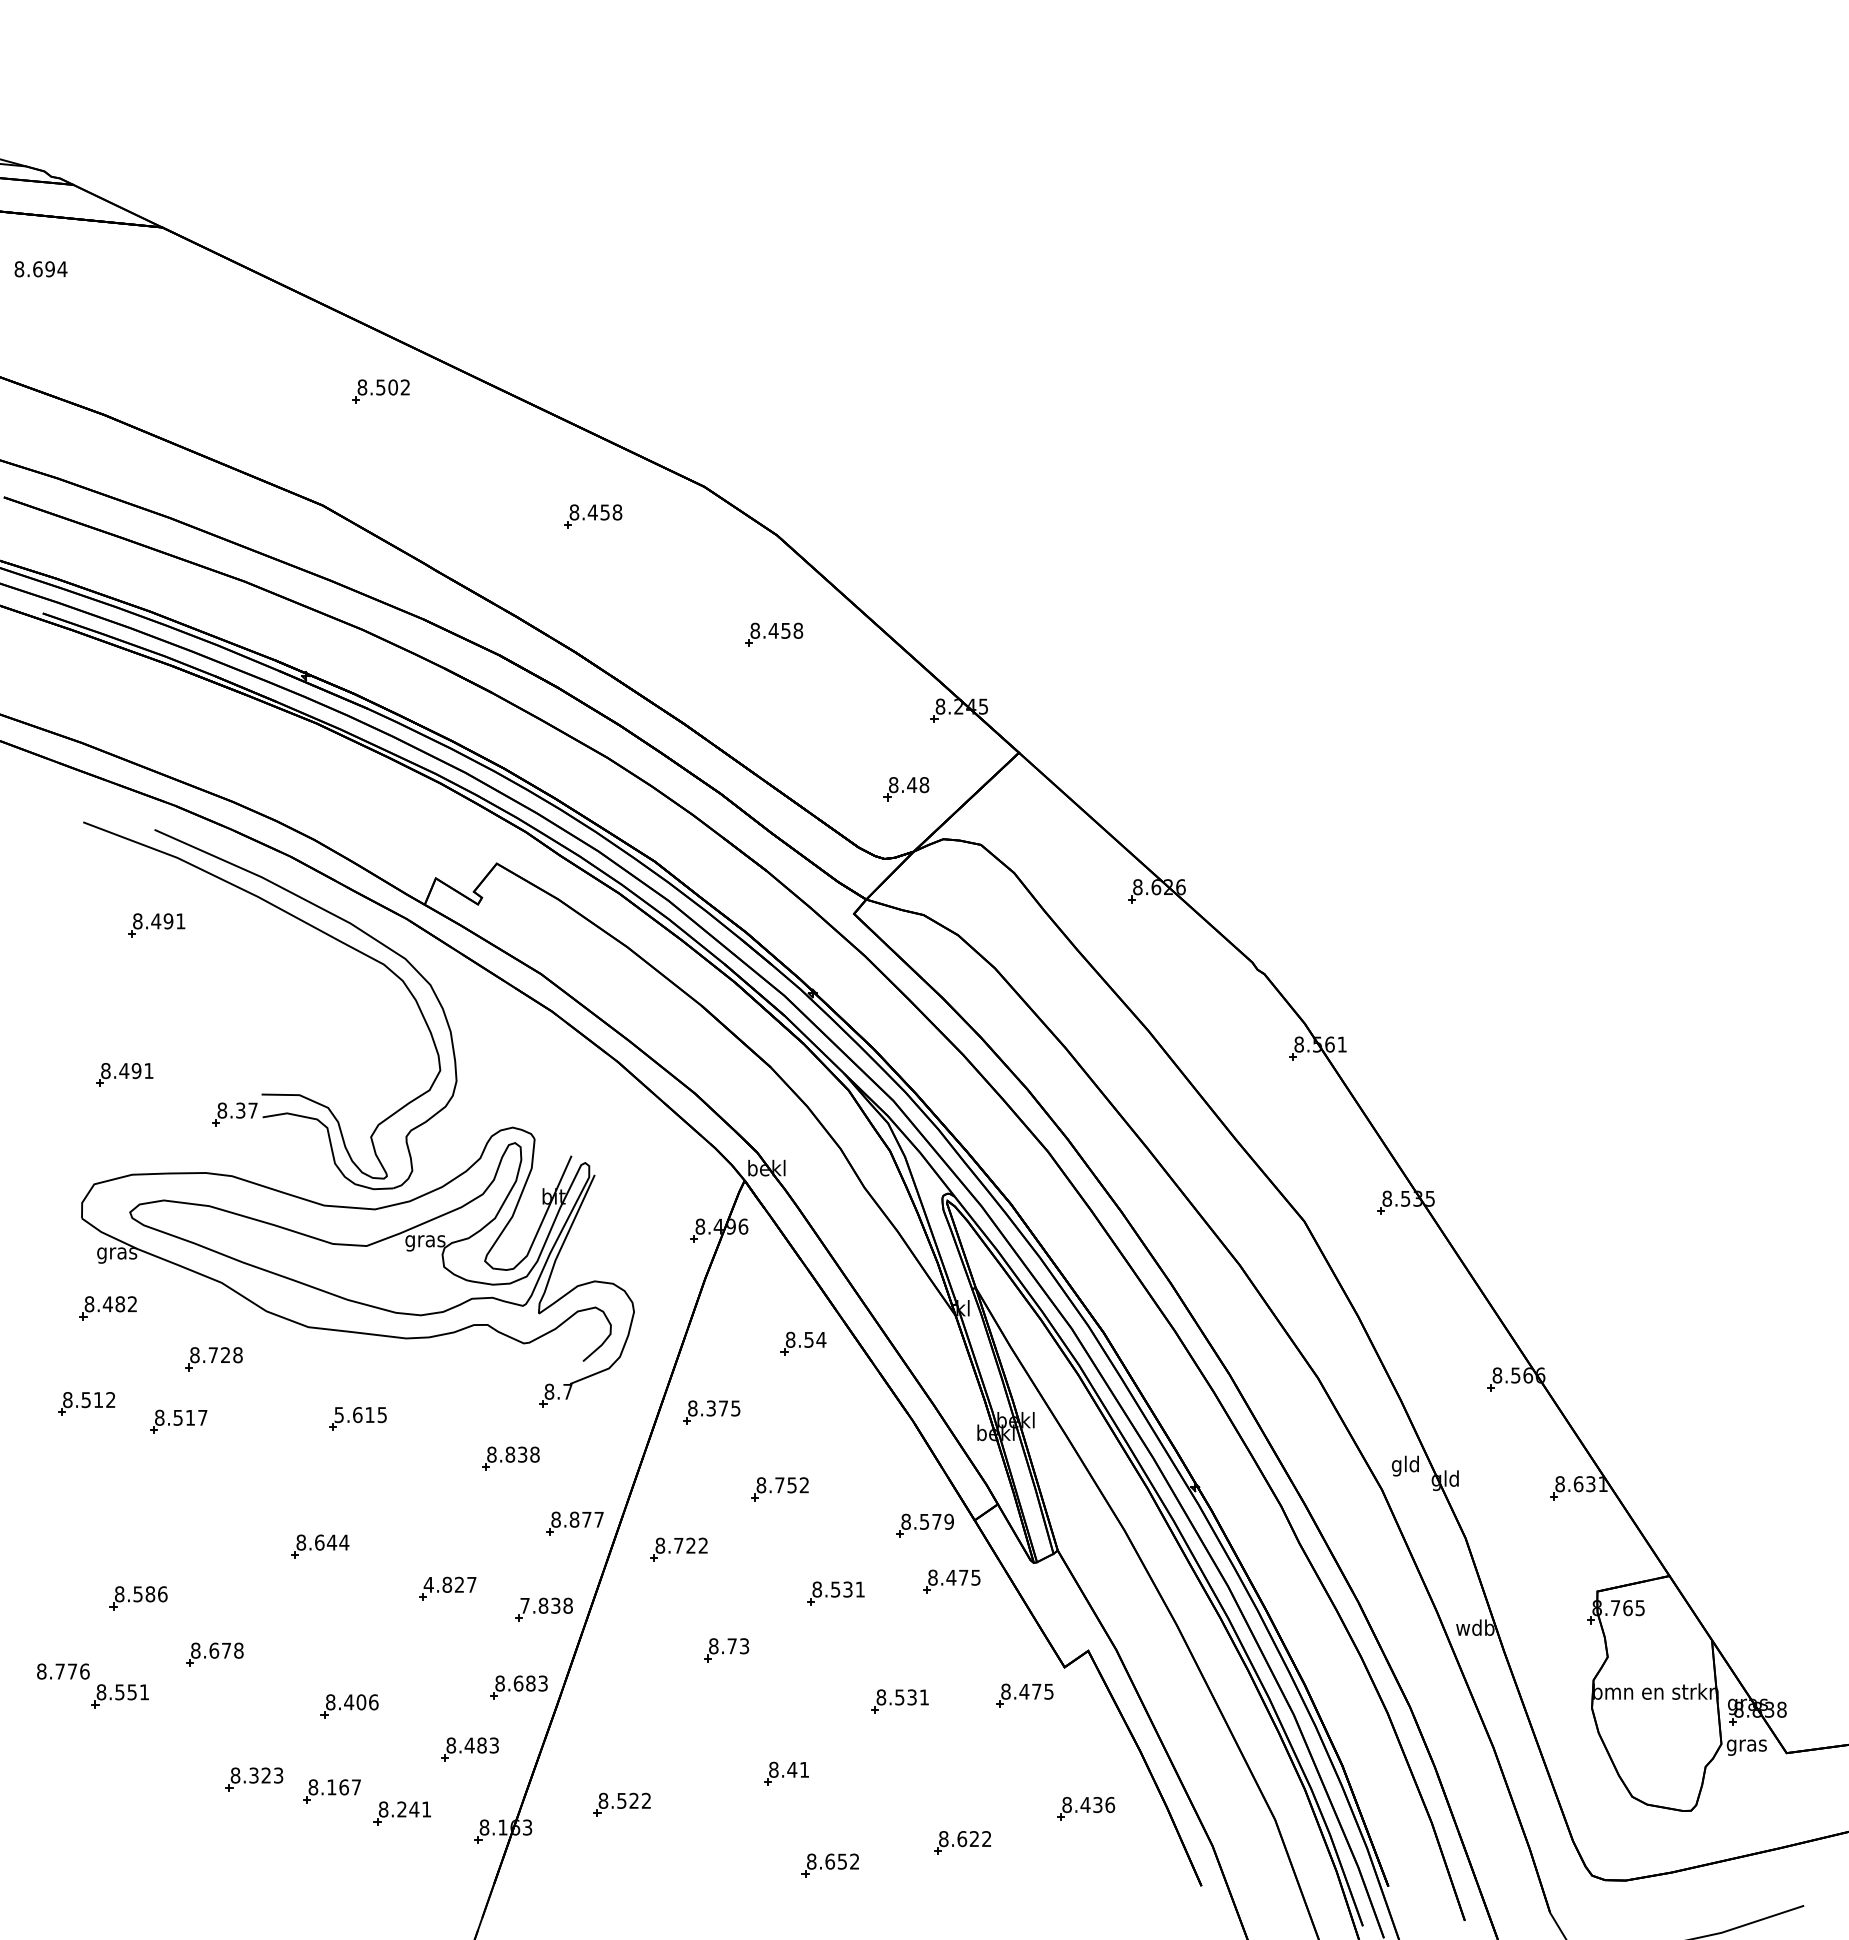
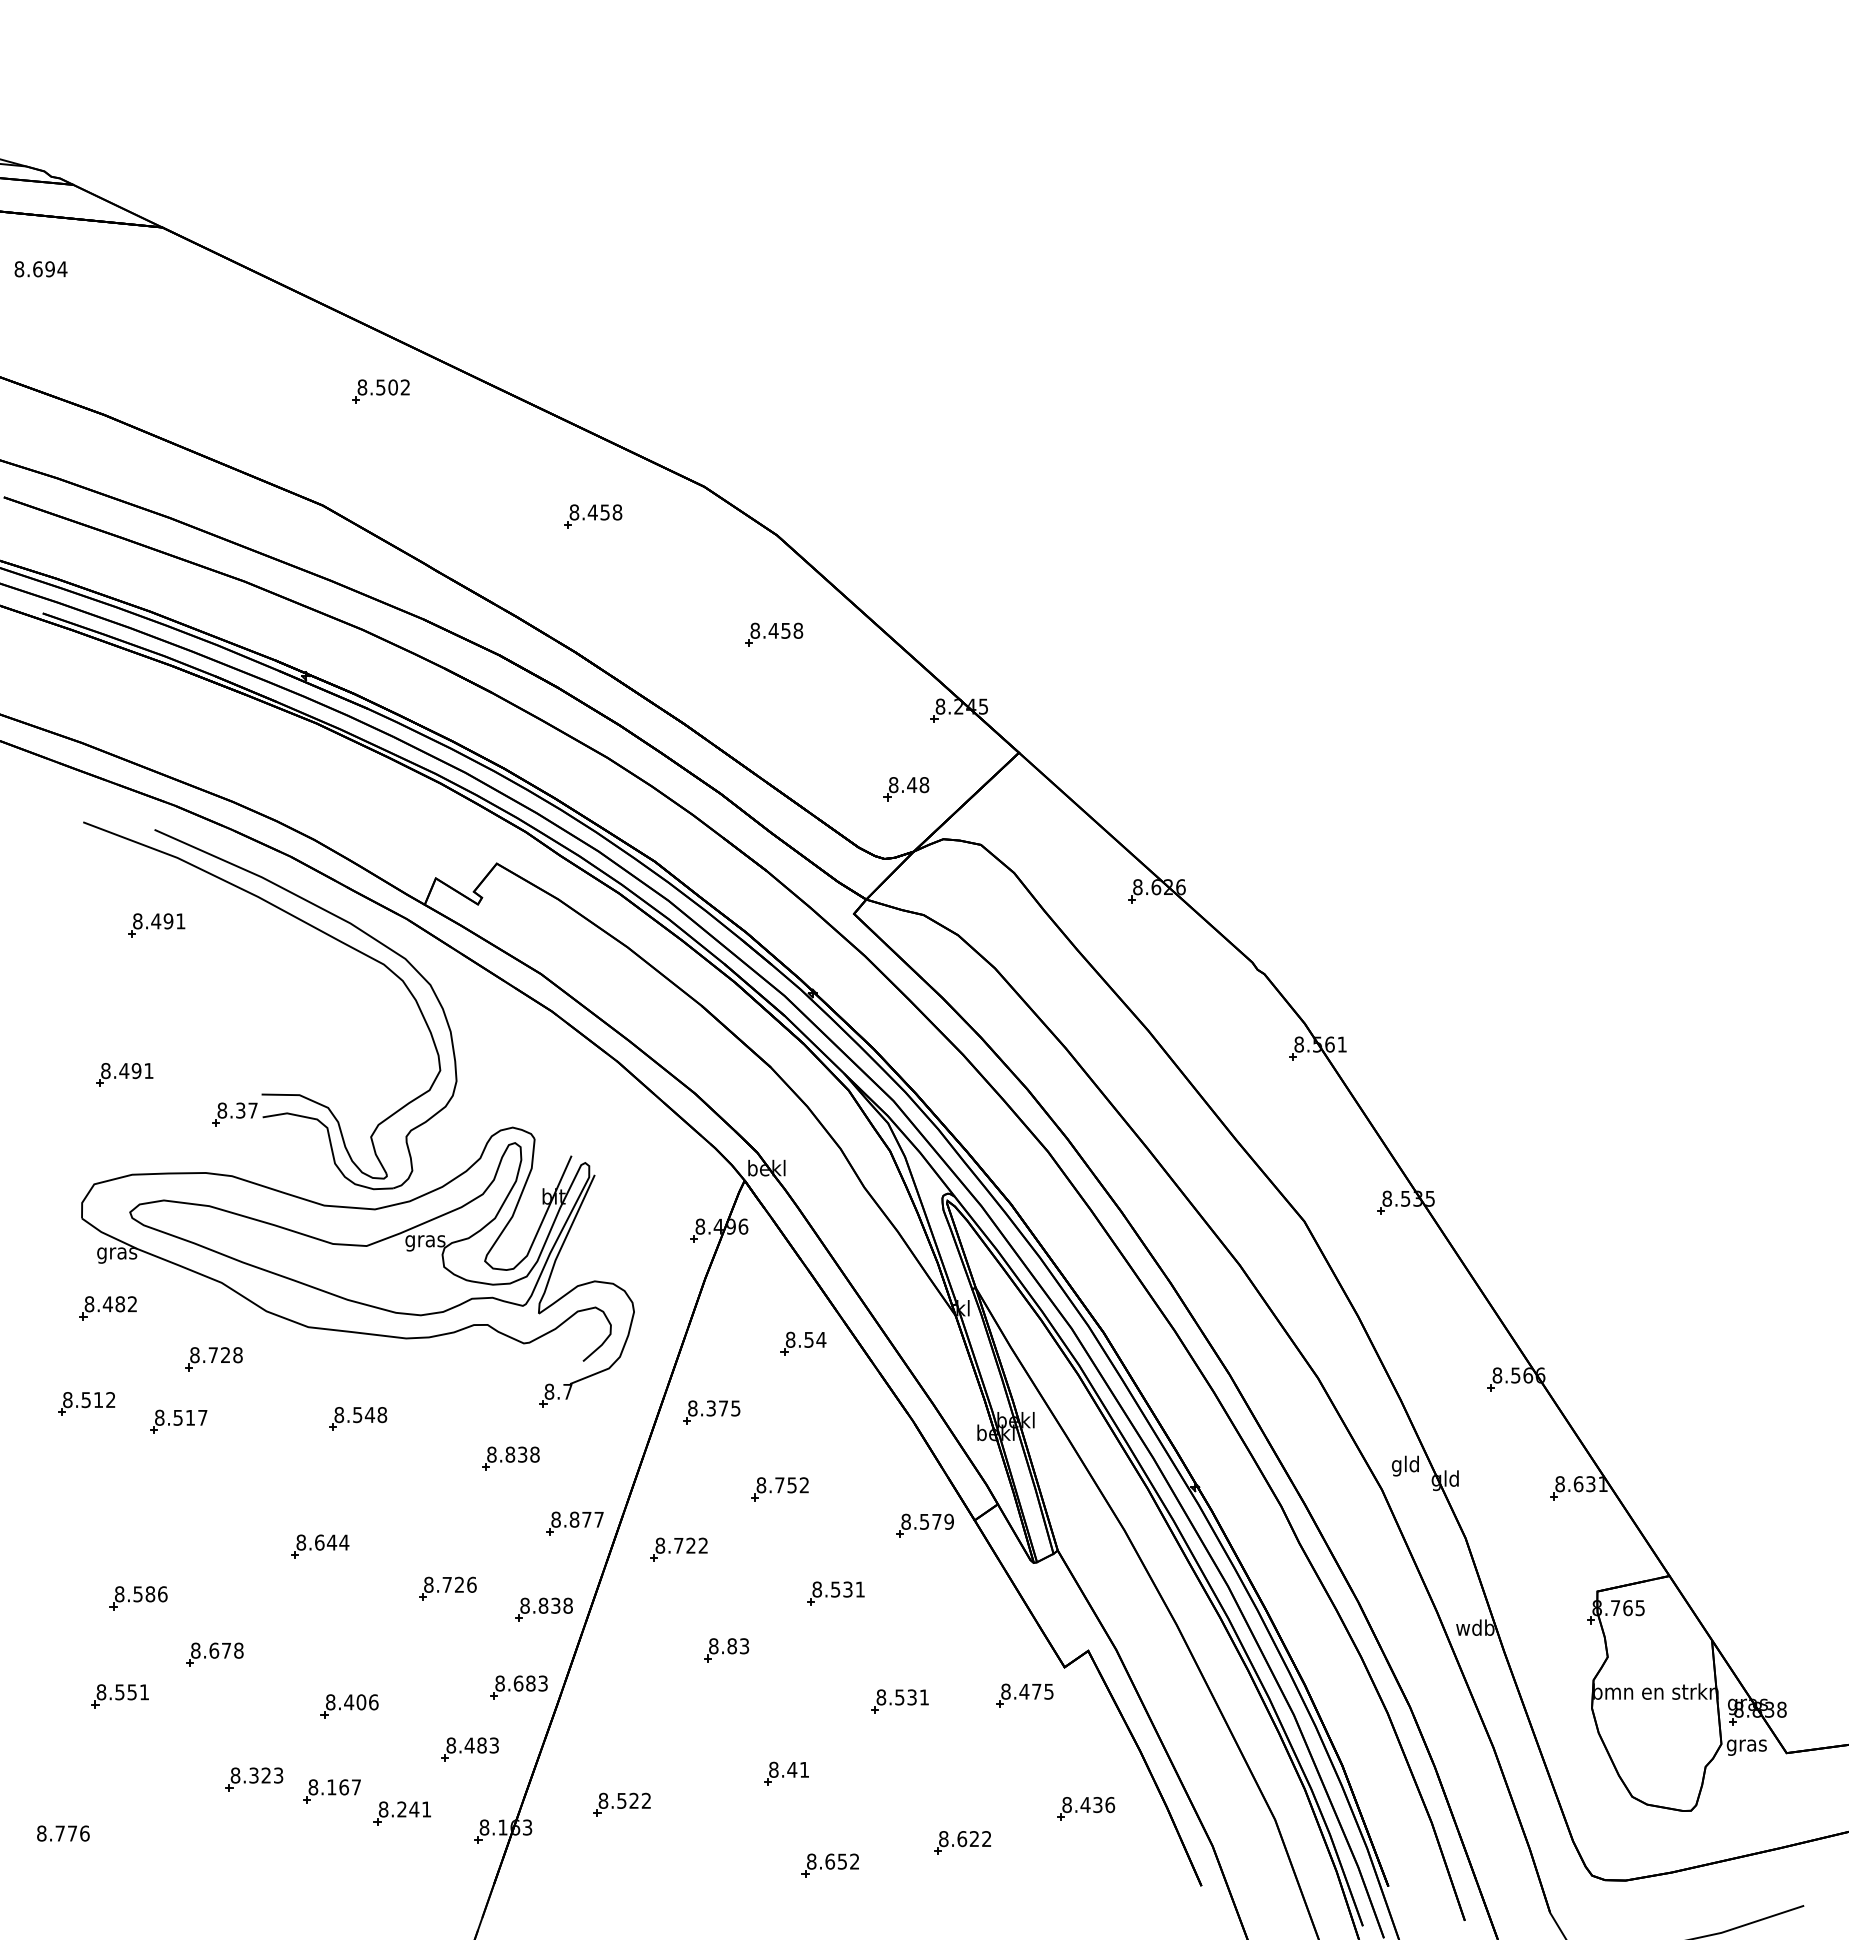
text at (360, 1415): 5.615 -> 8.548
part at (951, 1581): present -> none
text at (449, 1584): 4.827 -> 8.726
text at (524, 1605): 7.838 -> 8.838
text at (731, 1646): 8.73 -> 8.83
text at (63, 1671) position: (63, 1671) -> (63, 1833)
